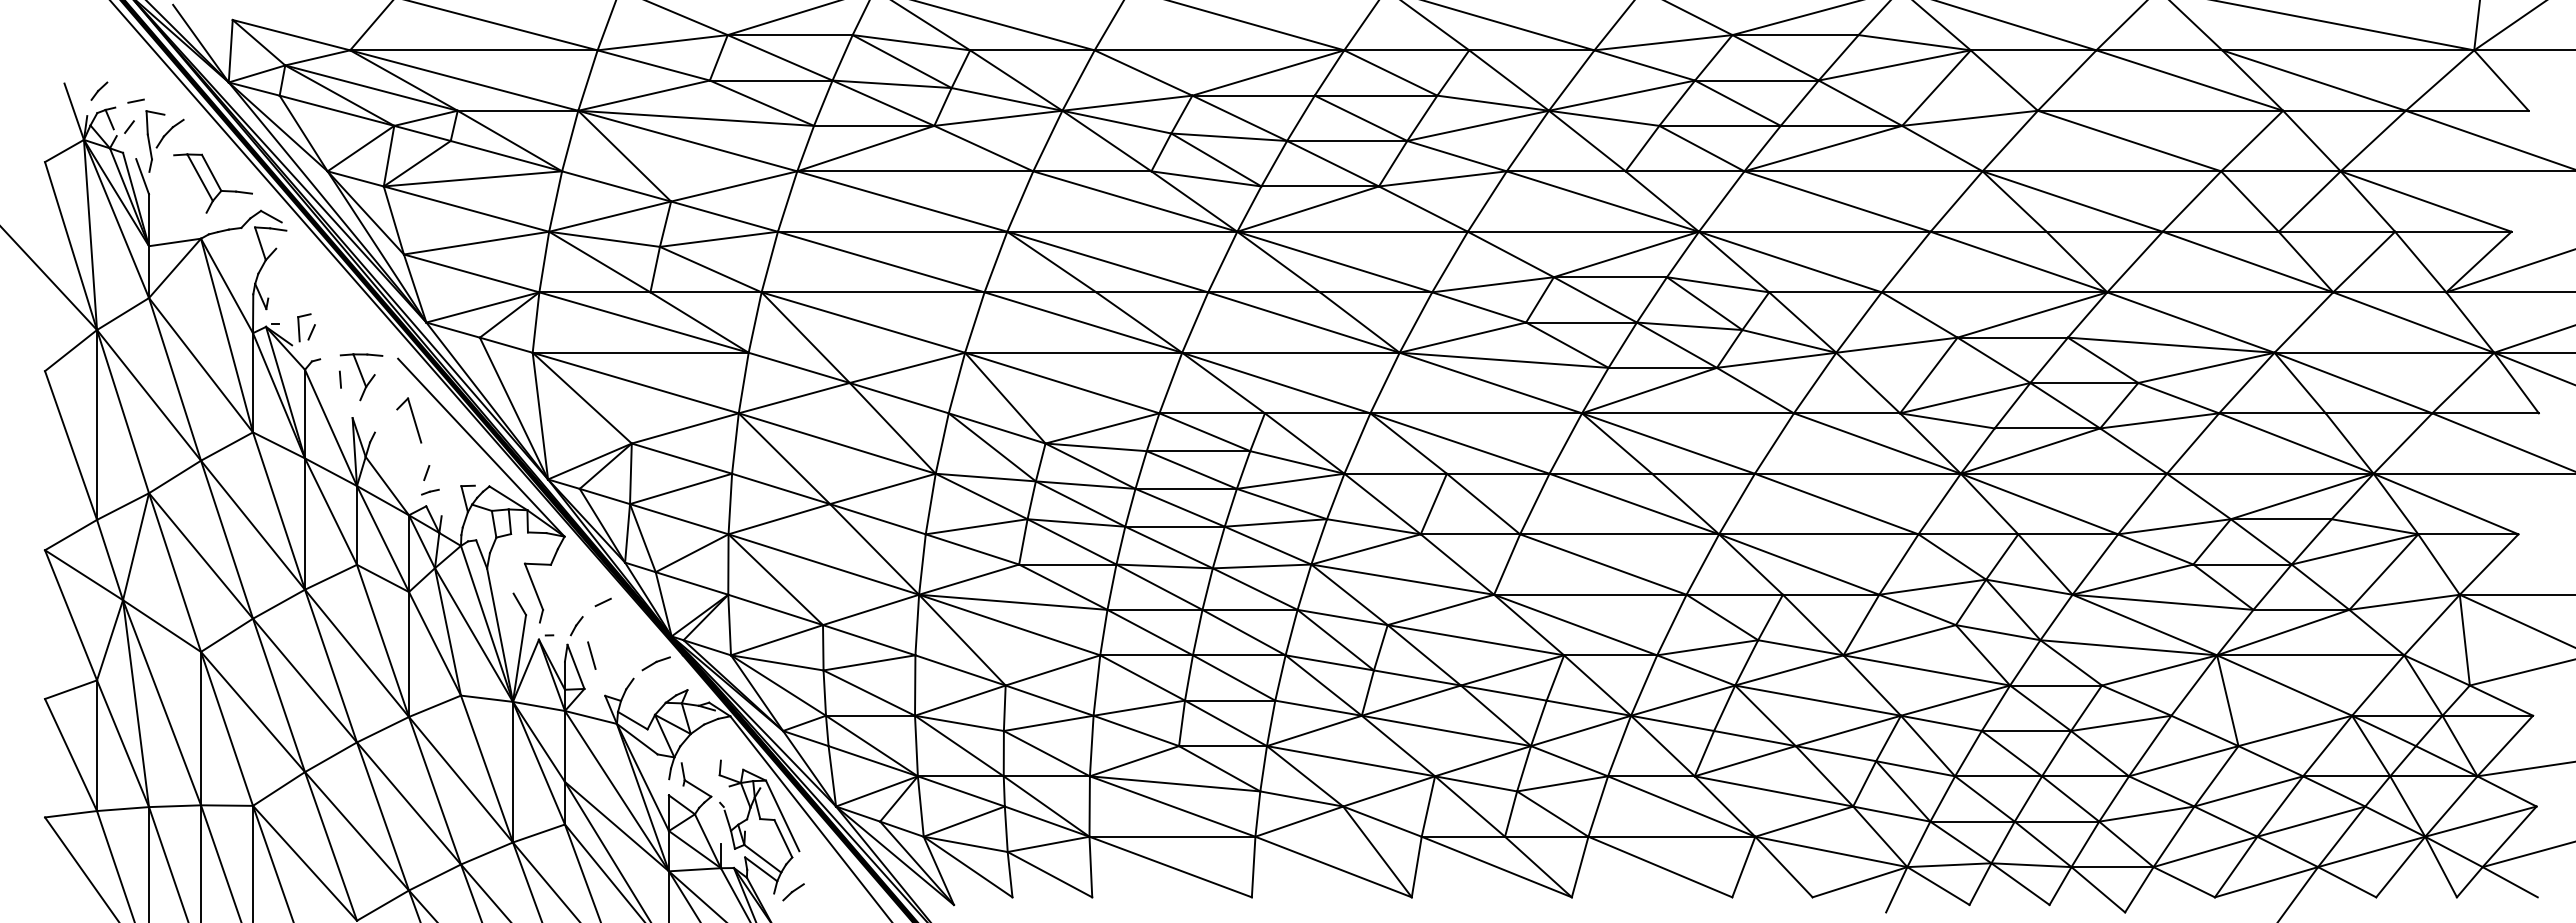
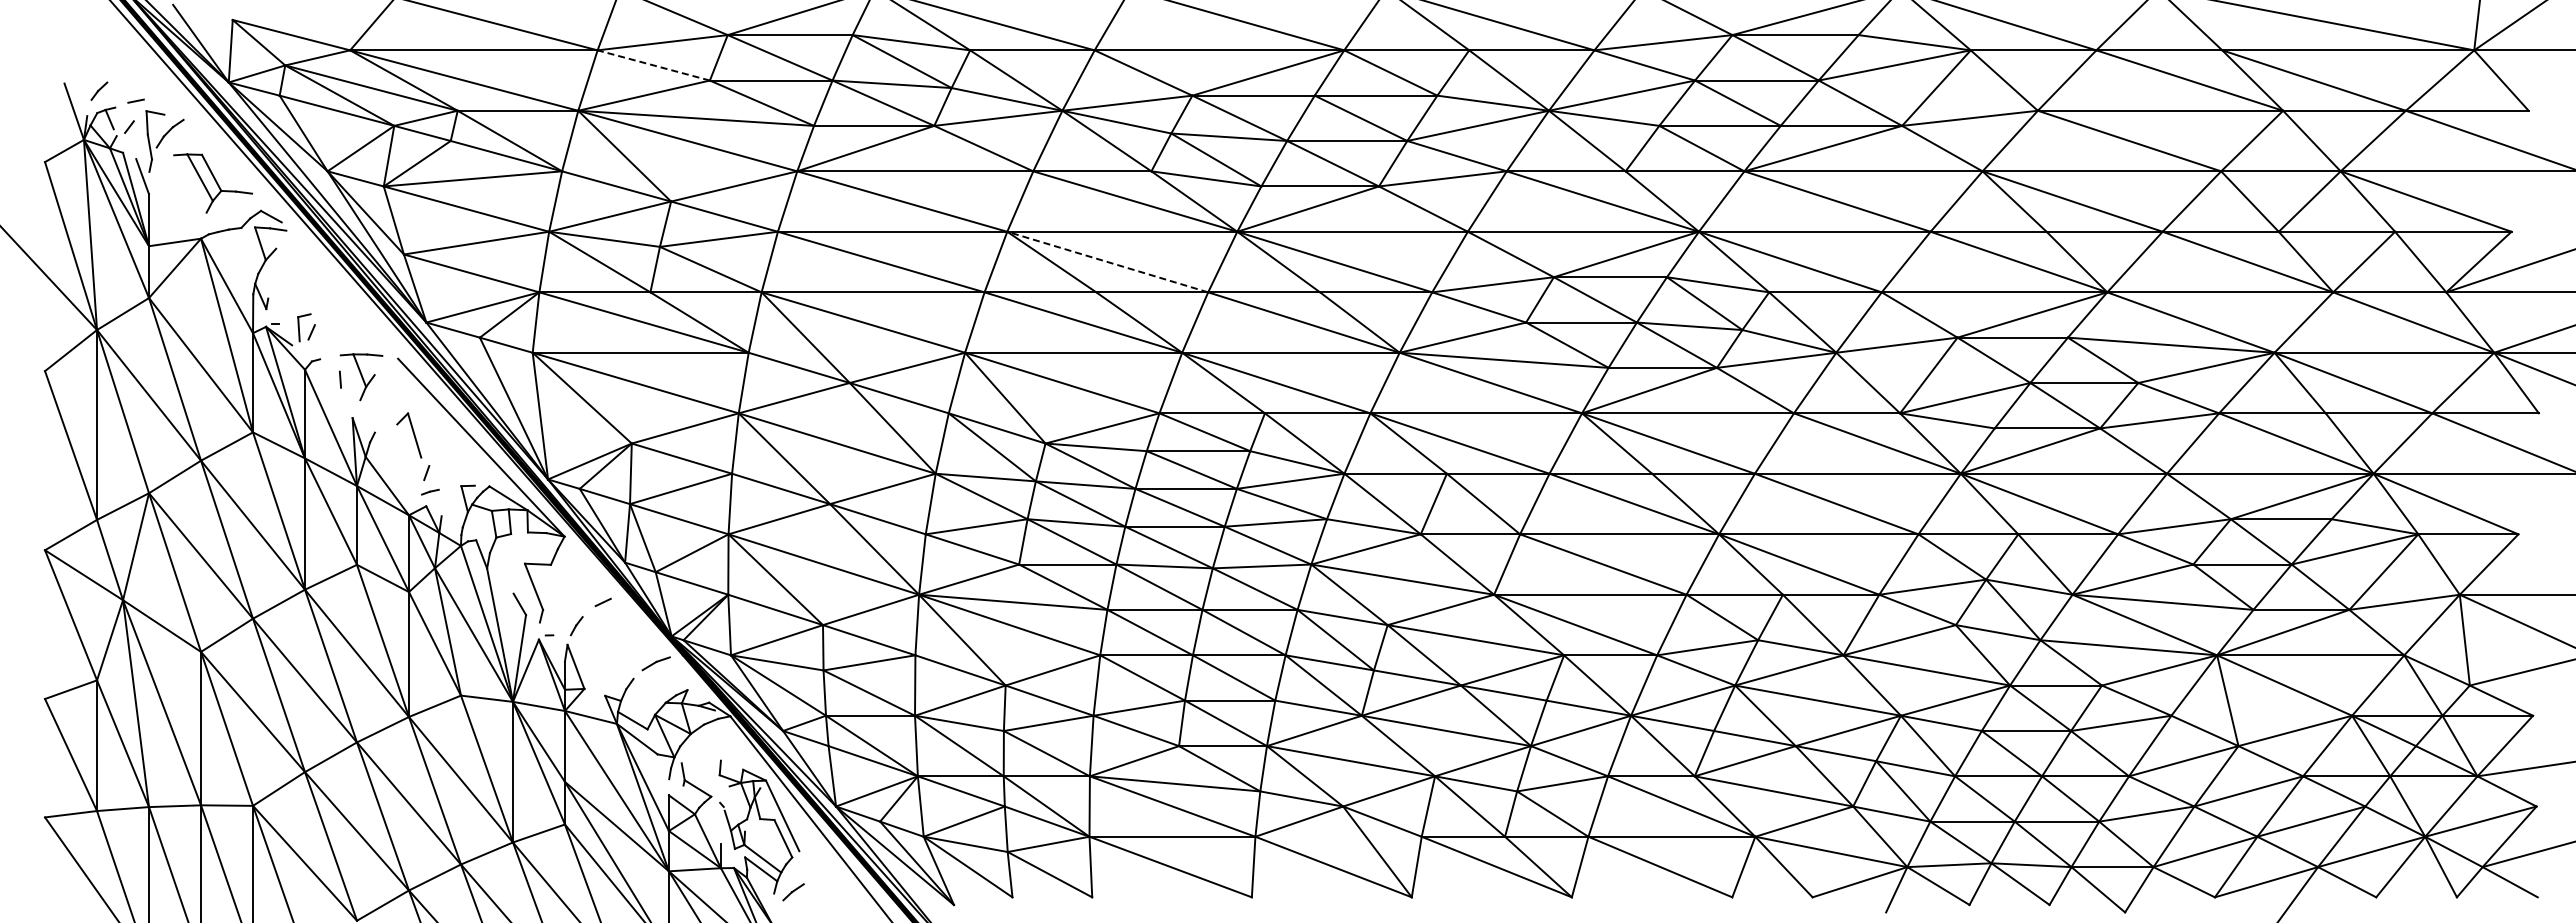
line at (653, 65): solid -> dashed
line at (1107, 262): solid -> dashed
part at (409, 420) position: (409, 420) -> (409, 435)
line at (591, 655): present -> none
